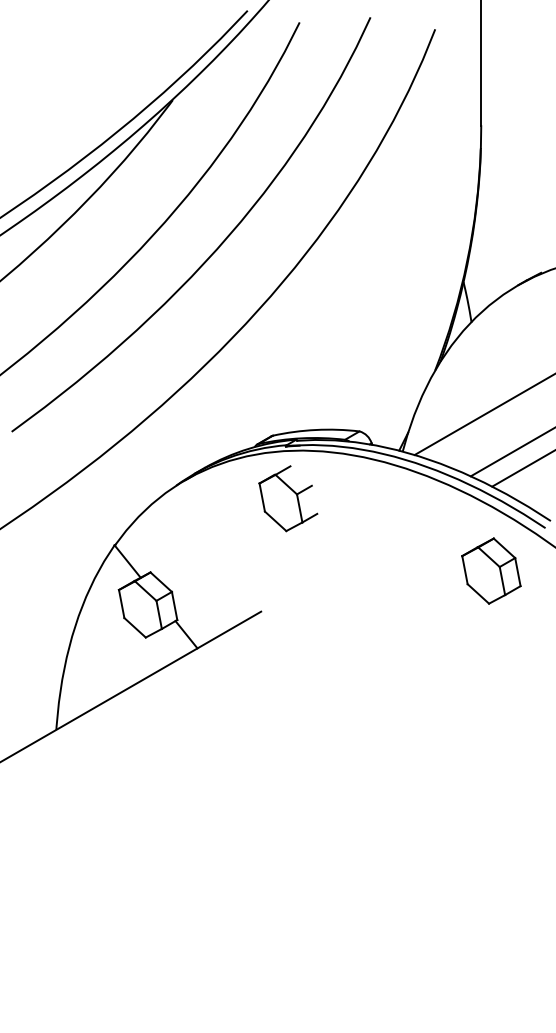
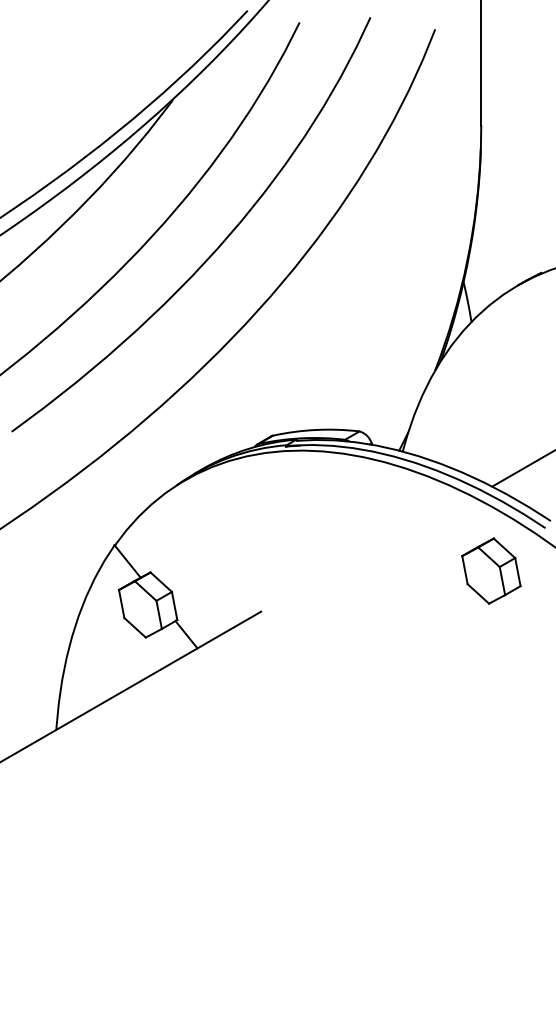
line at (483, 414): present -> none
line at (511, 452): present -> none
part at (288, 498): present -> none
